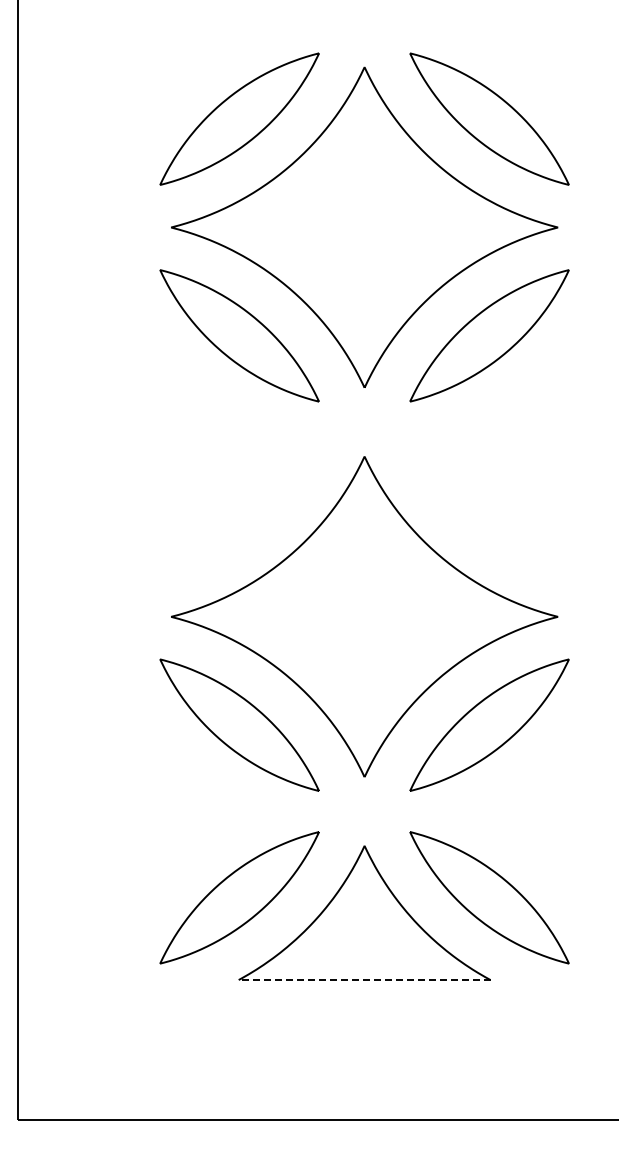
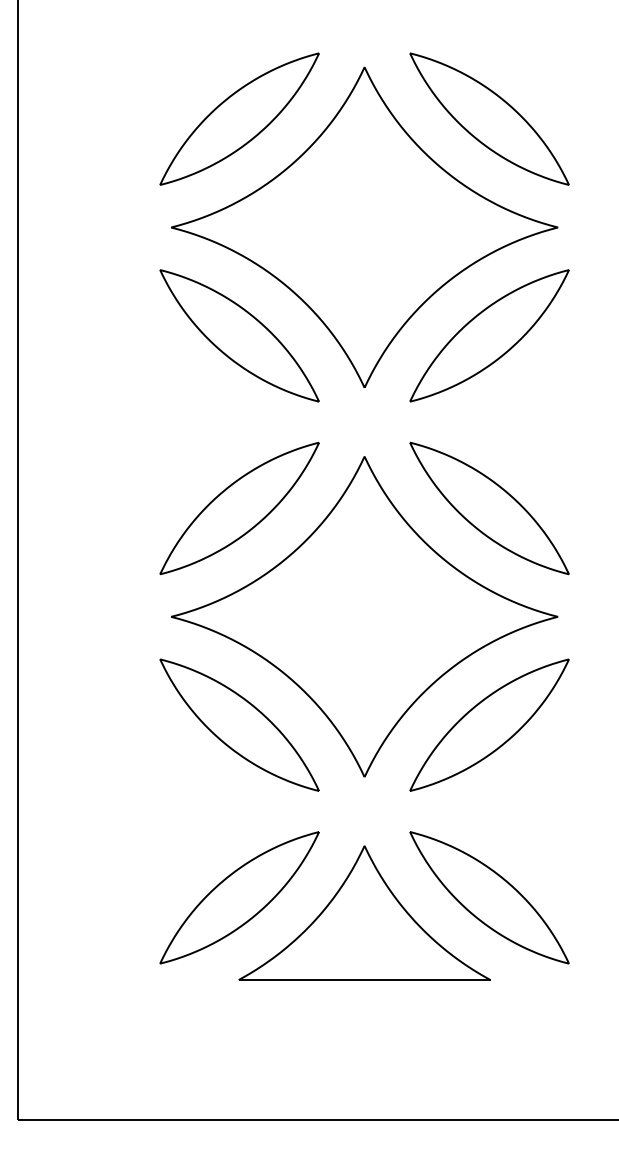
part at (239, 508): none -> present
part at (489, 508): none -> present
line at (364, 980): dashed -> solid
